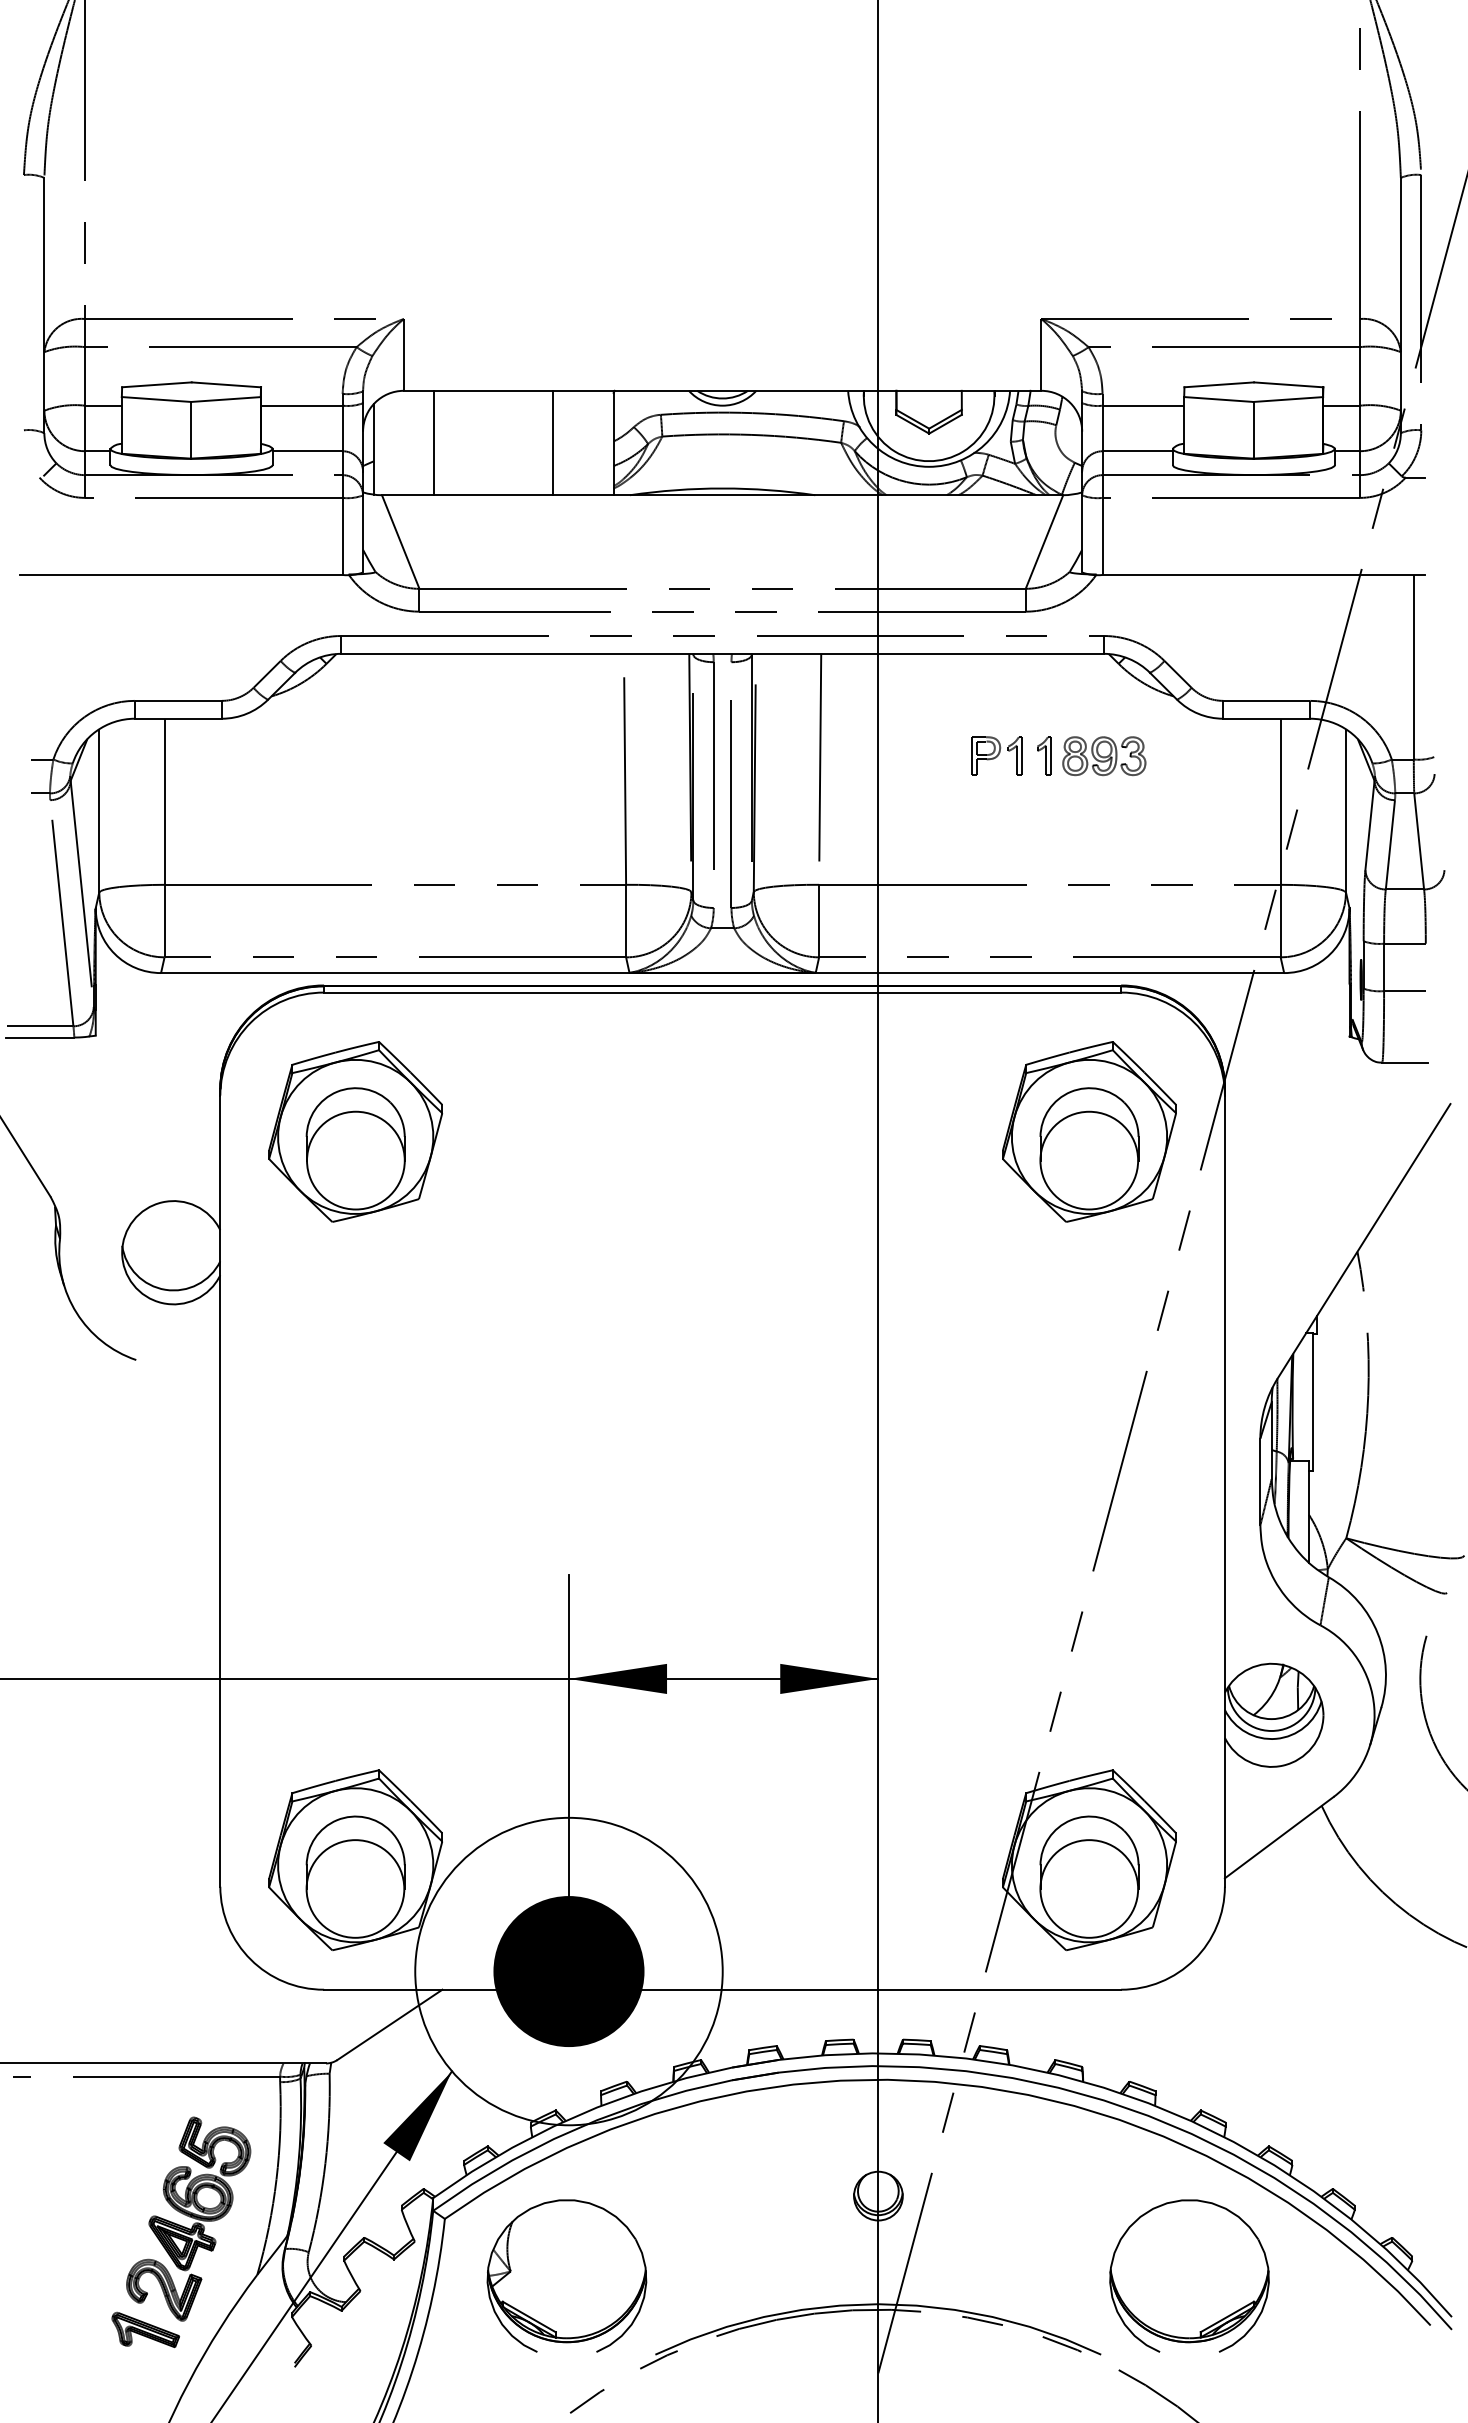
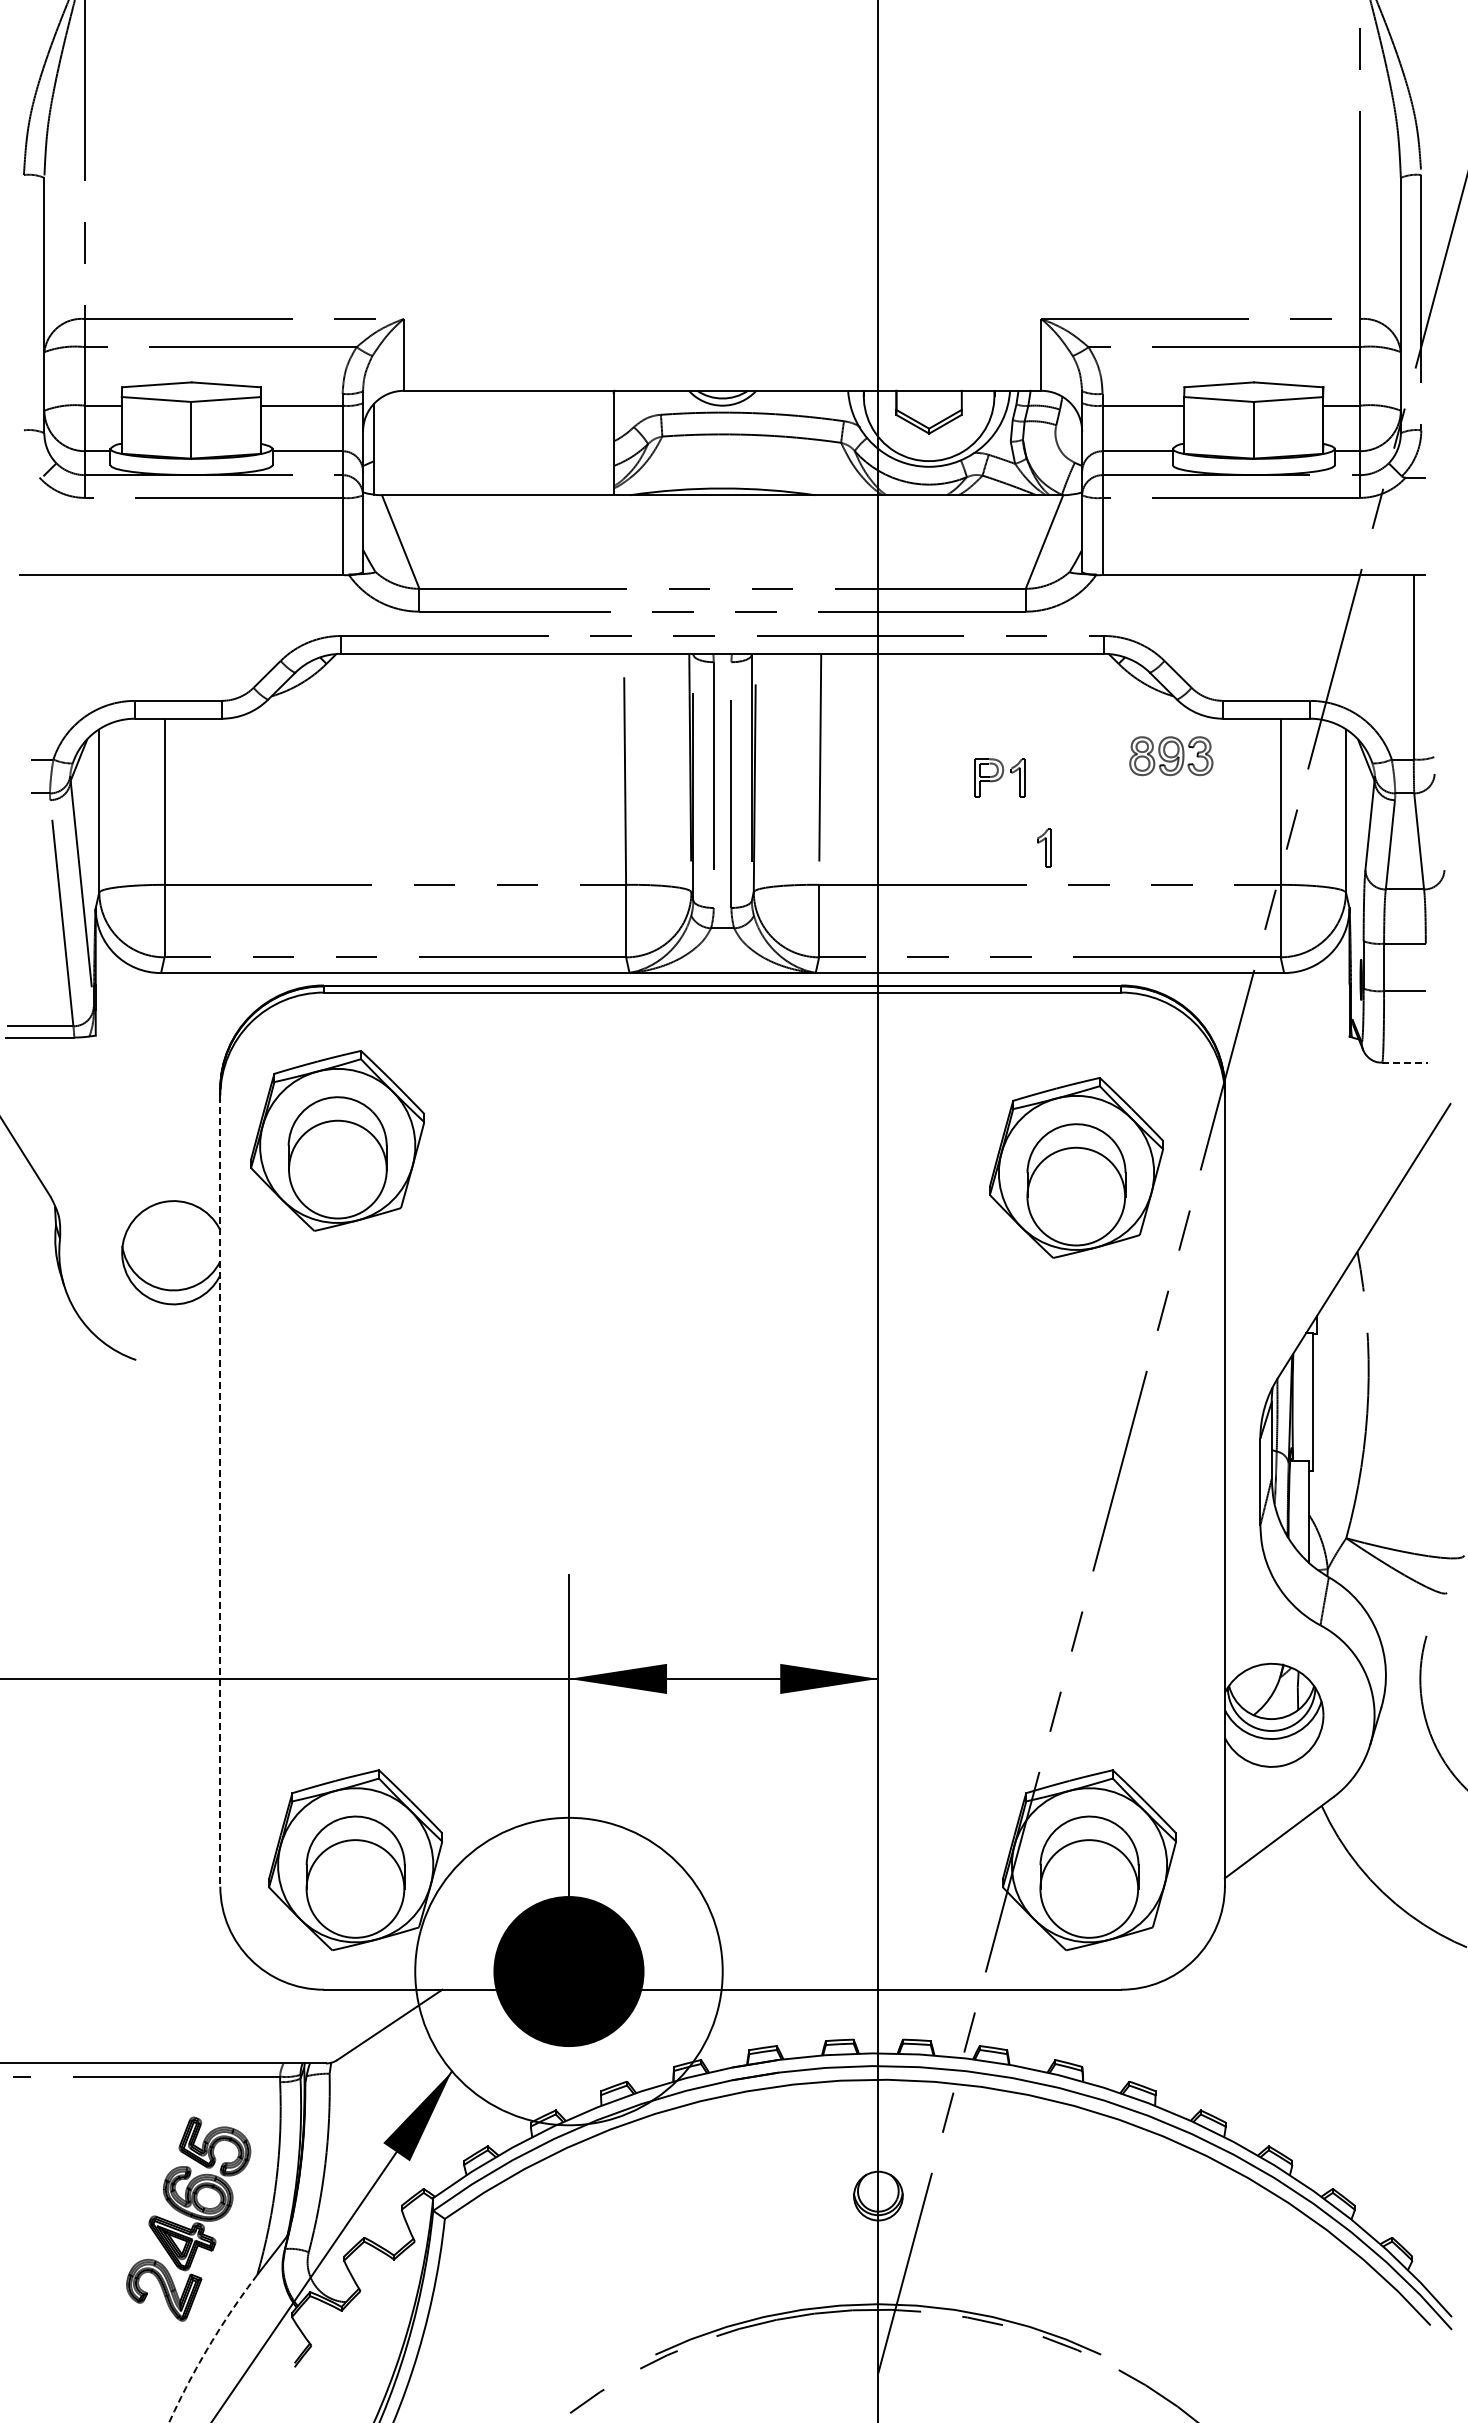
line at (433, 442): present -> none
line at (553, 442): present -> none
part at (996, 755) position: (996, 755) -> (999, 777)
part at (1044, 755) position: (1044, 755) -> (1044, 847)
part at (1104, 756) position: (1104, 756) -> (1171, 756)
line at (1404, 1062): solid -> dashed
part at (355, 1131) position: (355, 1131) -> (337, 1140)
part at (1089, 1131) position: (1089, 1131) -> (1076, 1167)
line at (220, 1491): solid -> dashed
part at (566, 2275): present -> none
part at (1189, 2275): present -> none
part at (145, 2329): present -> none
arc at (209, 2346): solid -> dashed
